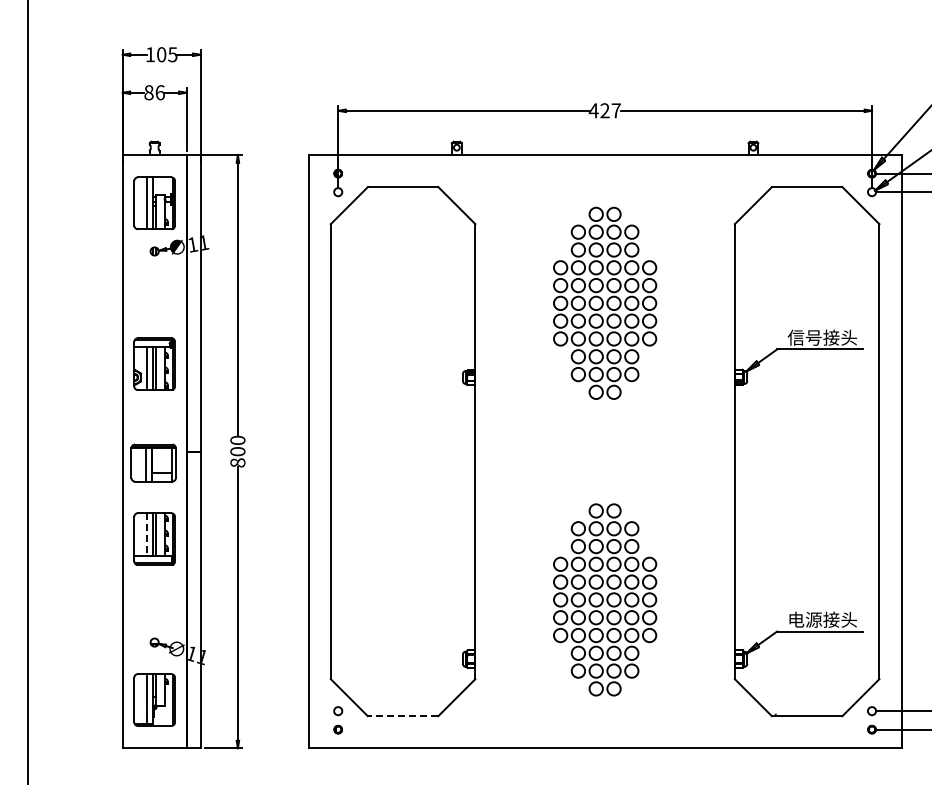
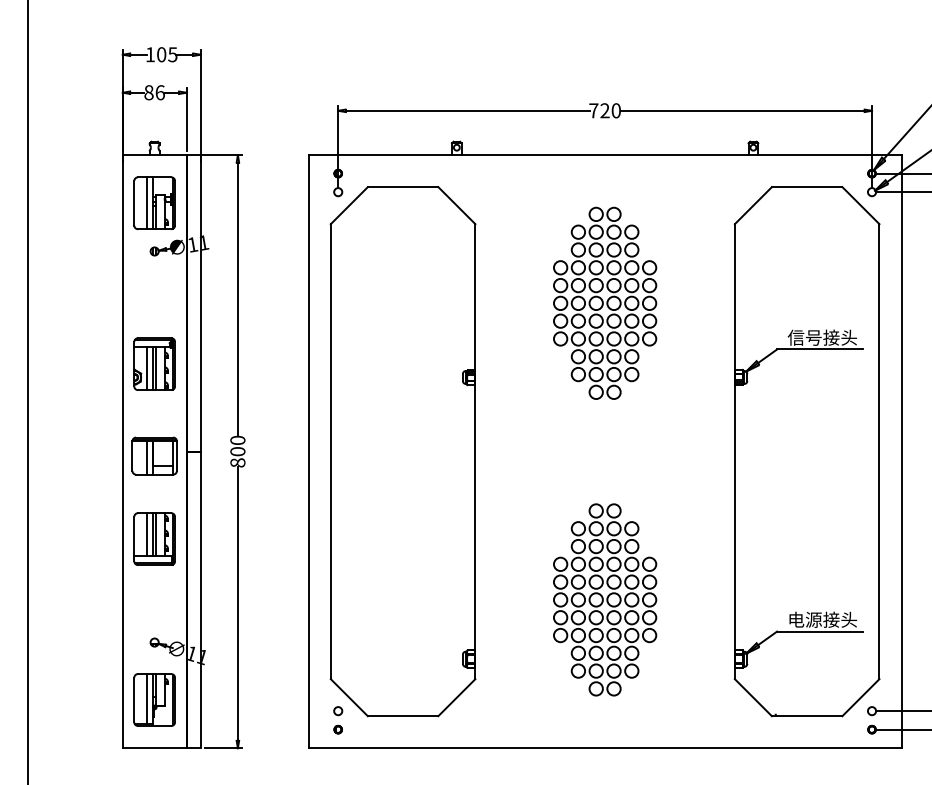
text at (604, 110): 427 -> 720
part at (153, 462) position: (153, 462) -> (154, 455)
line at (146, 534): dashed -> solid
line at (402, 716): dashed -> solid
